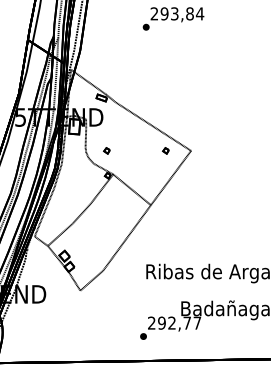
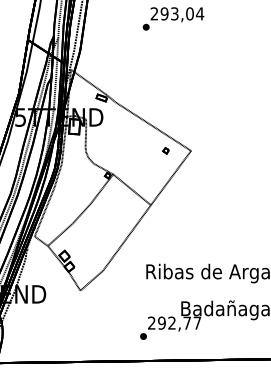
text at (189, 13): 293,84 -> 293,04
part at (106, 150): present -> none
